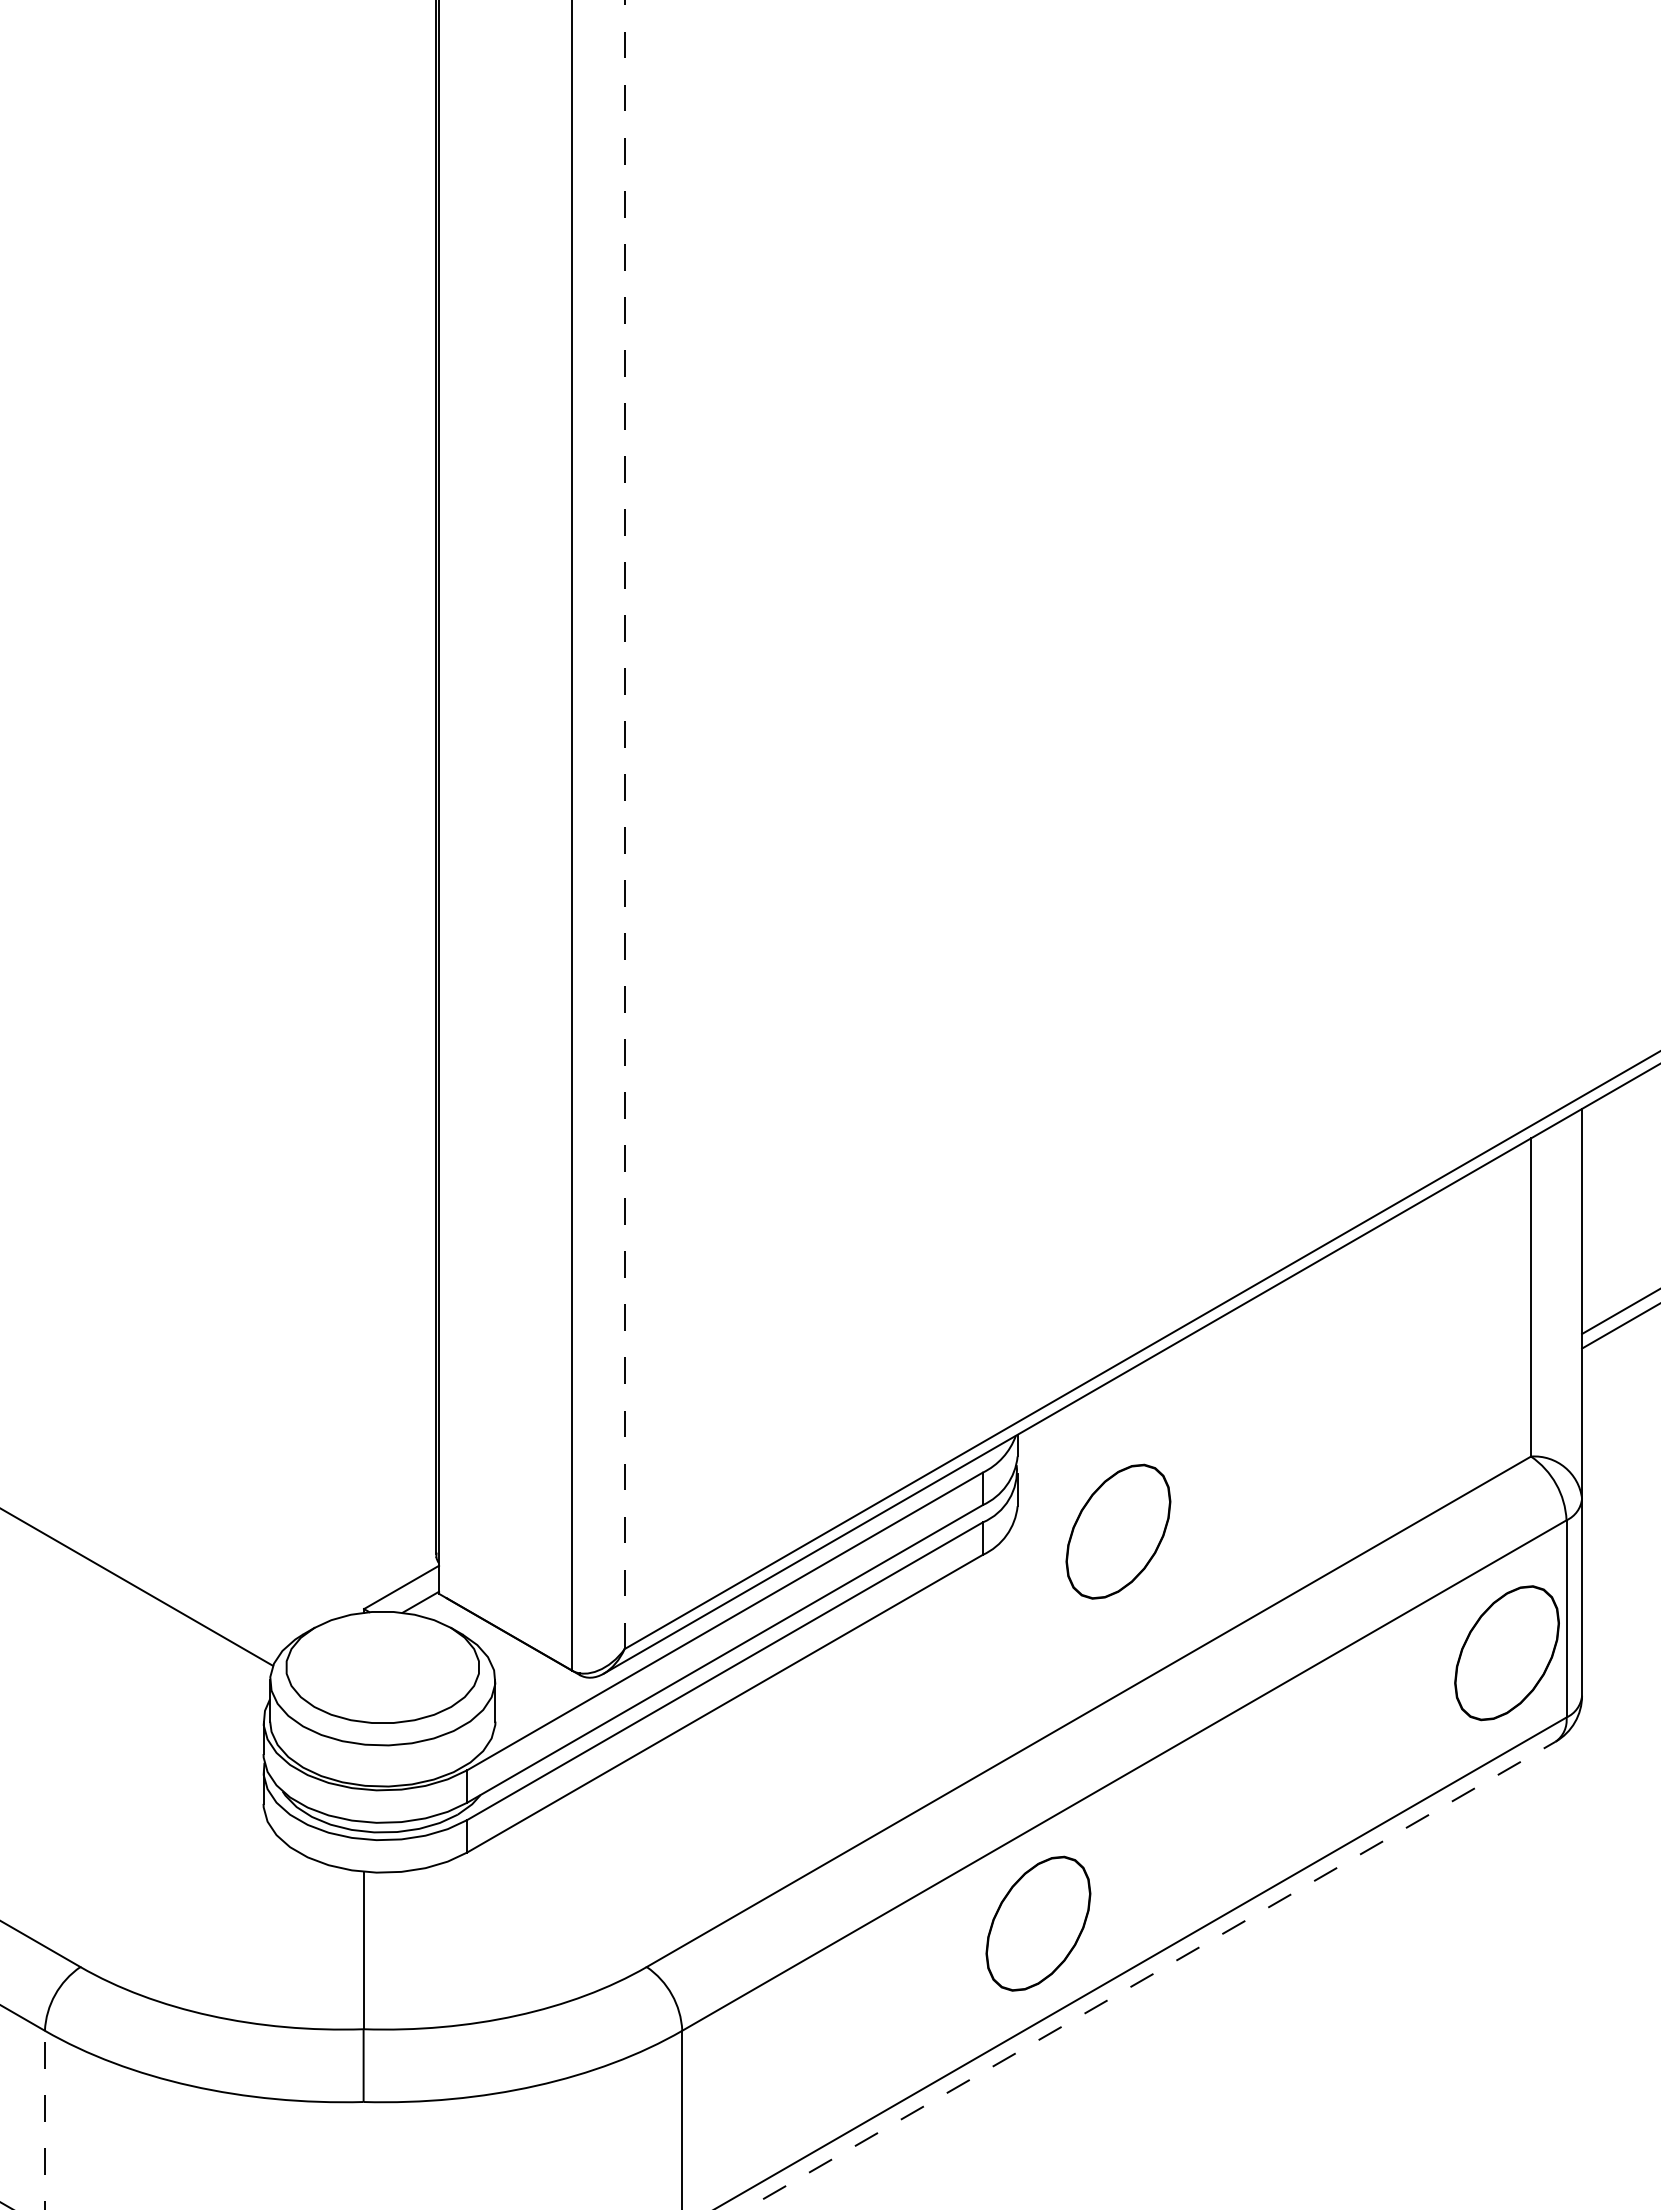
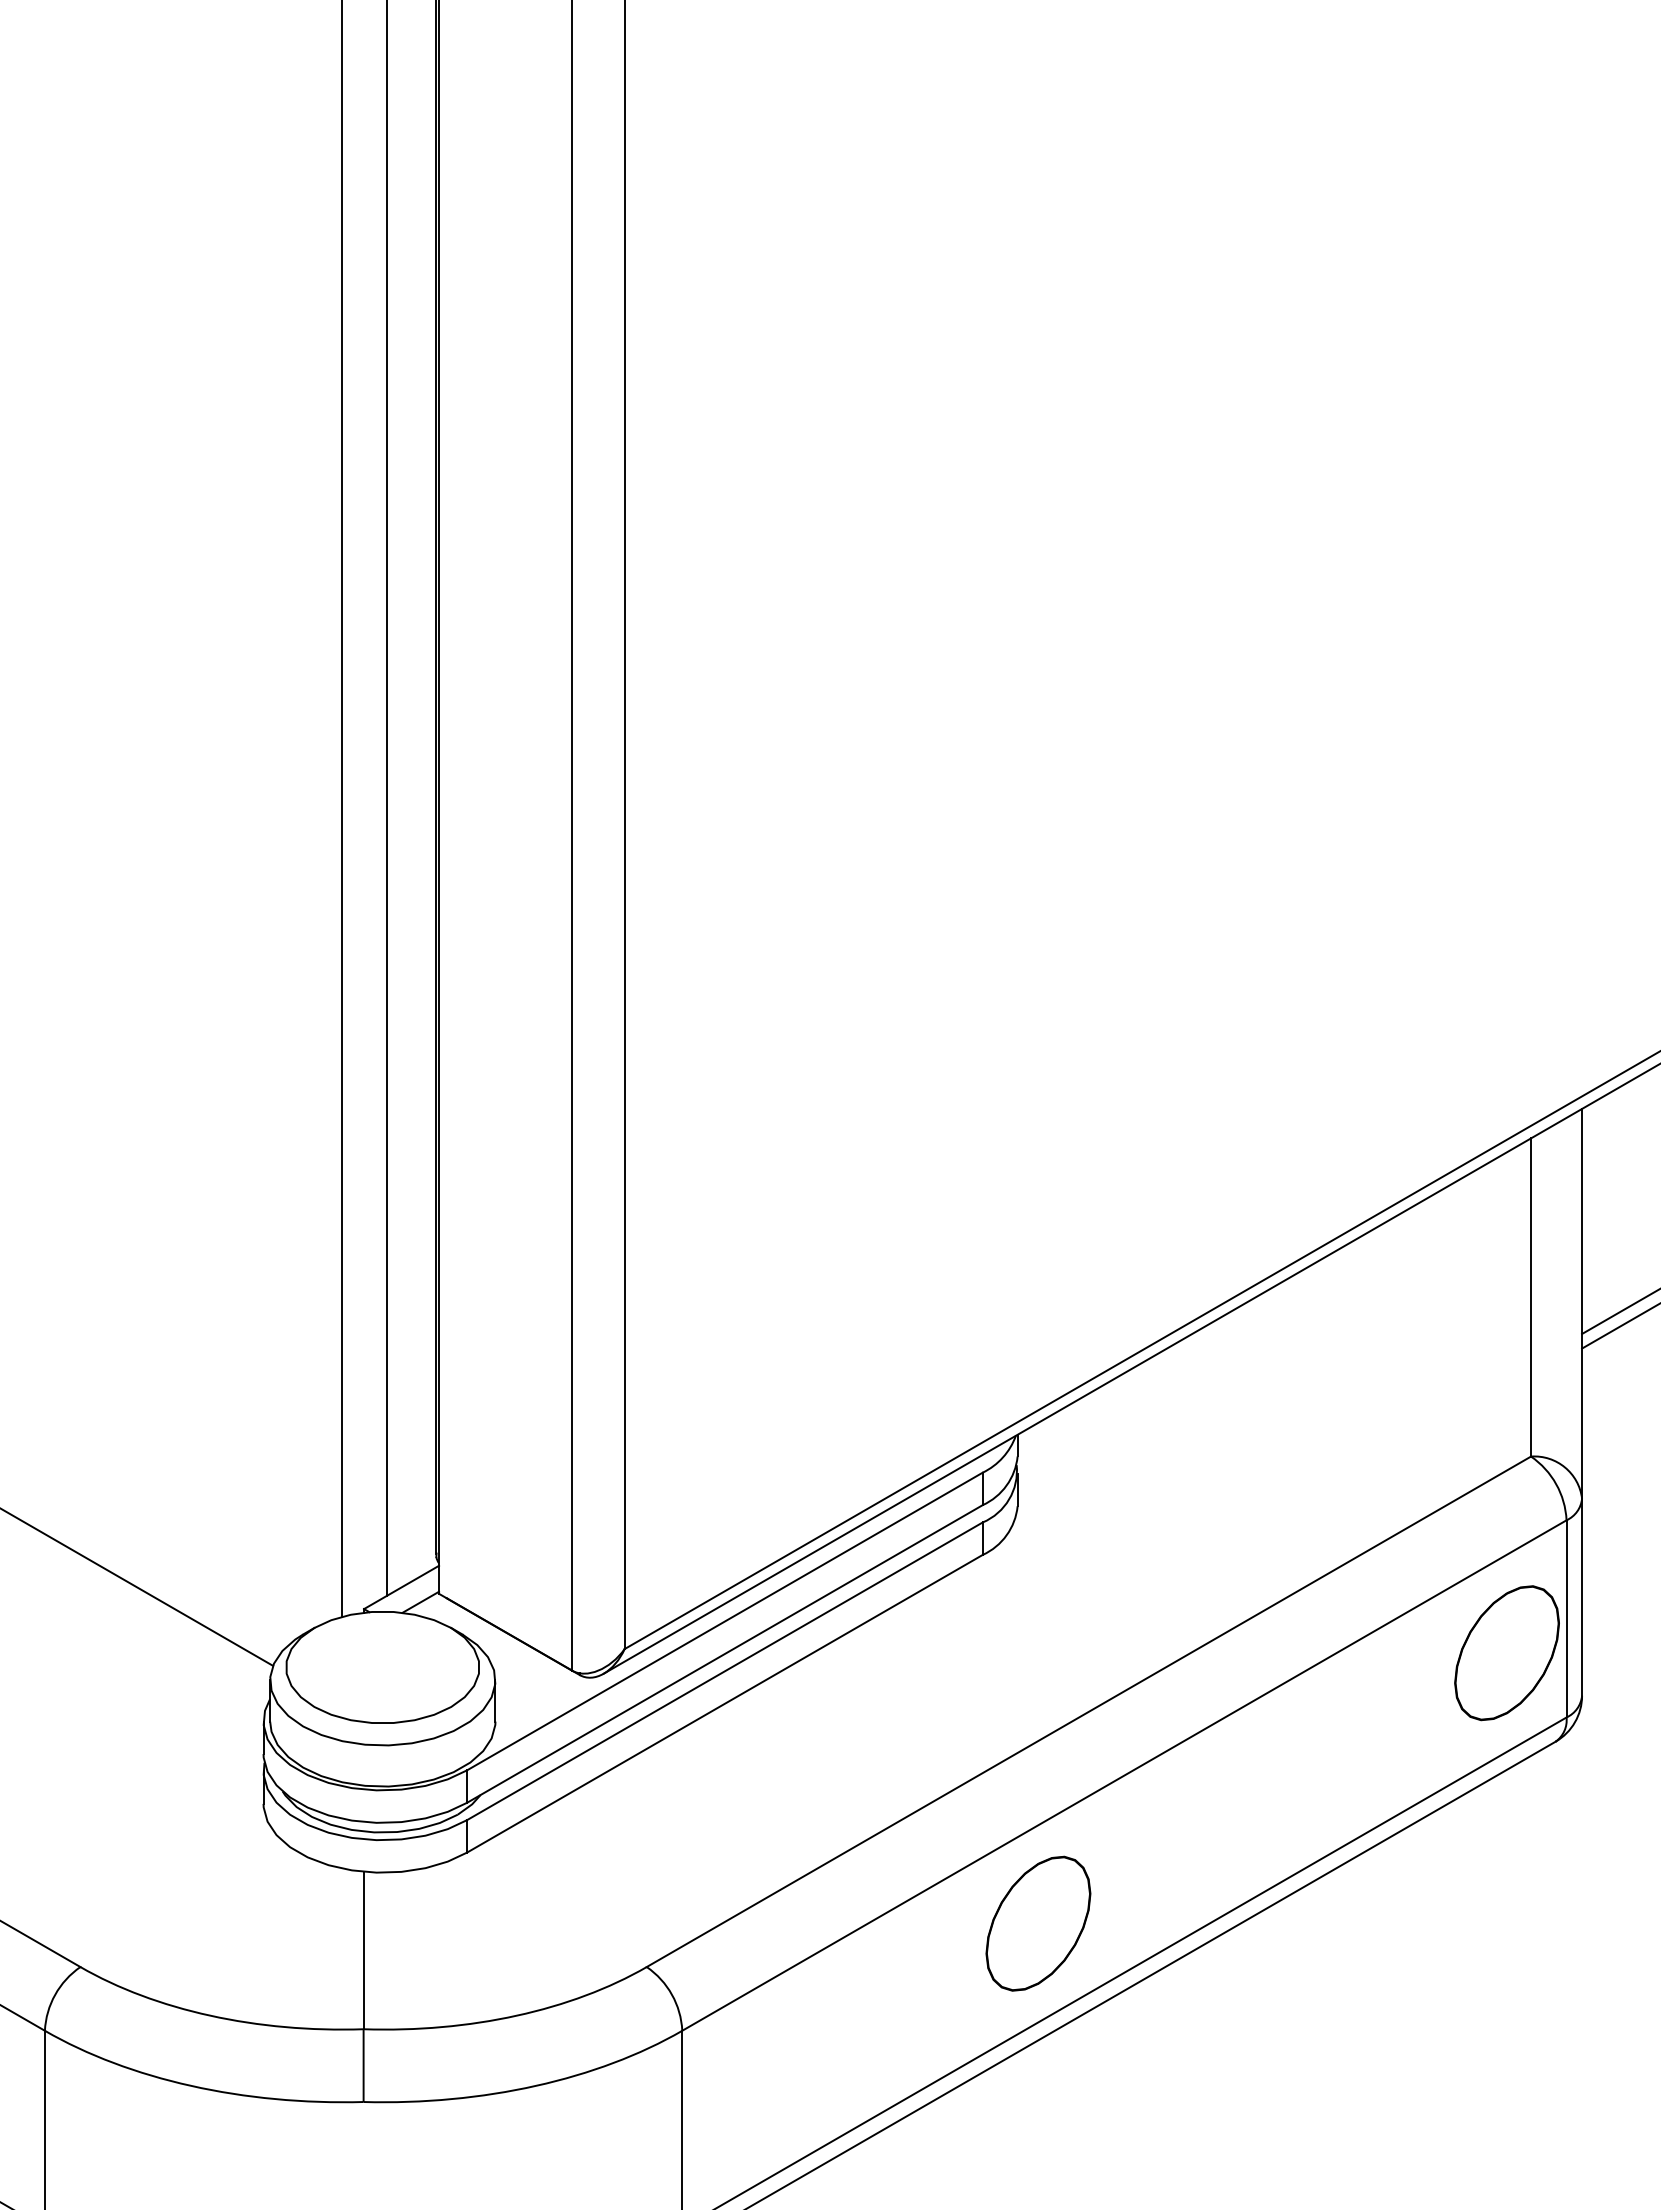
line at (386, 799): none -> present
line at (341, 809): none -> present
line at (624, 824): dashed -> solid
part at (1118, 1531): present -> none
line at (1150, 1975): dashed -> solid
line at (44, 2119): dashed -> solid
